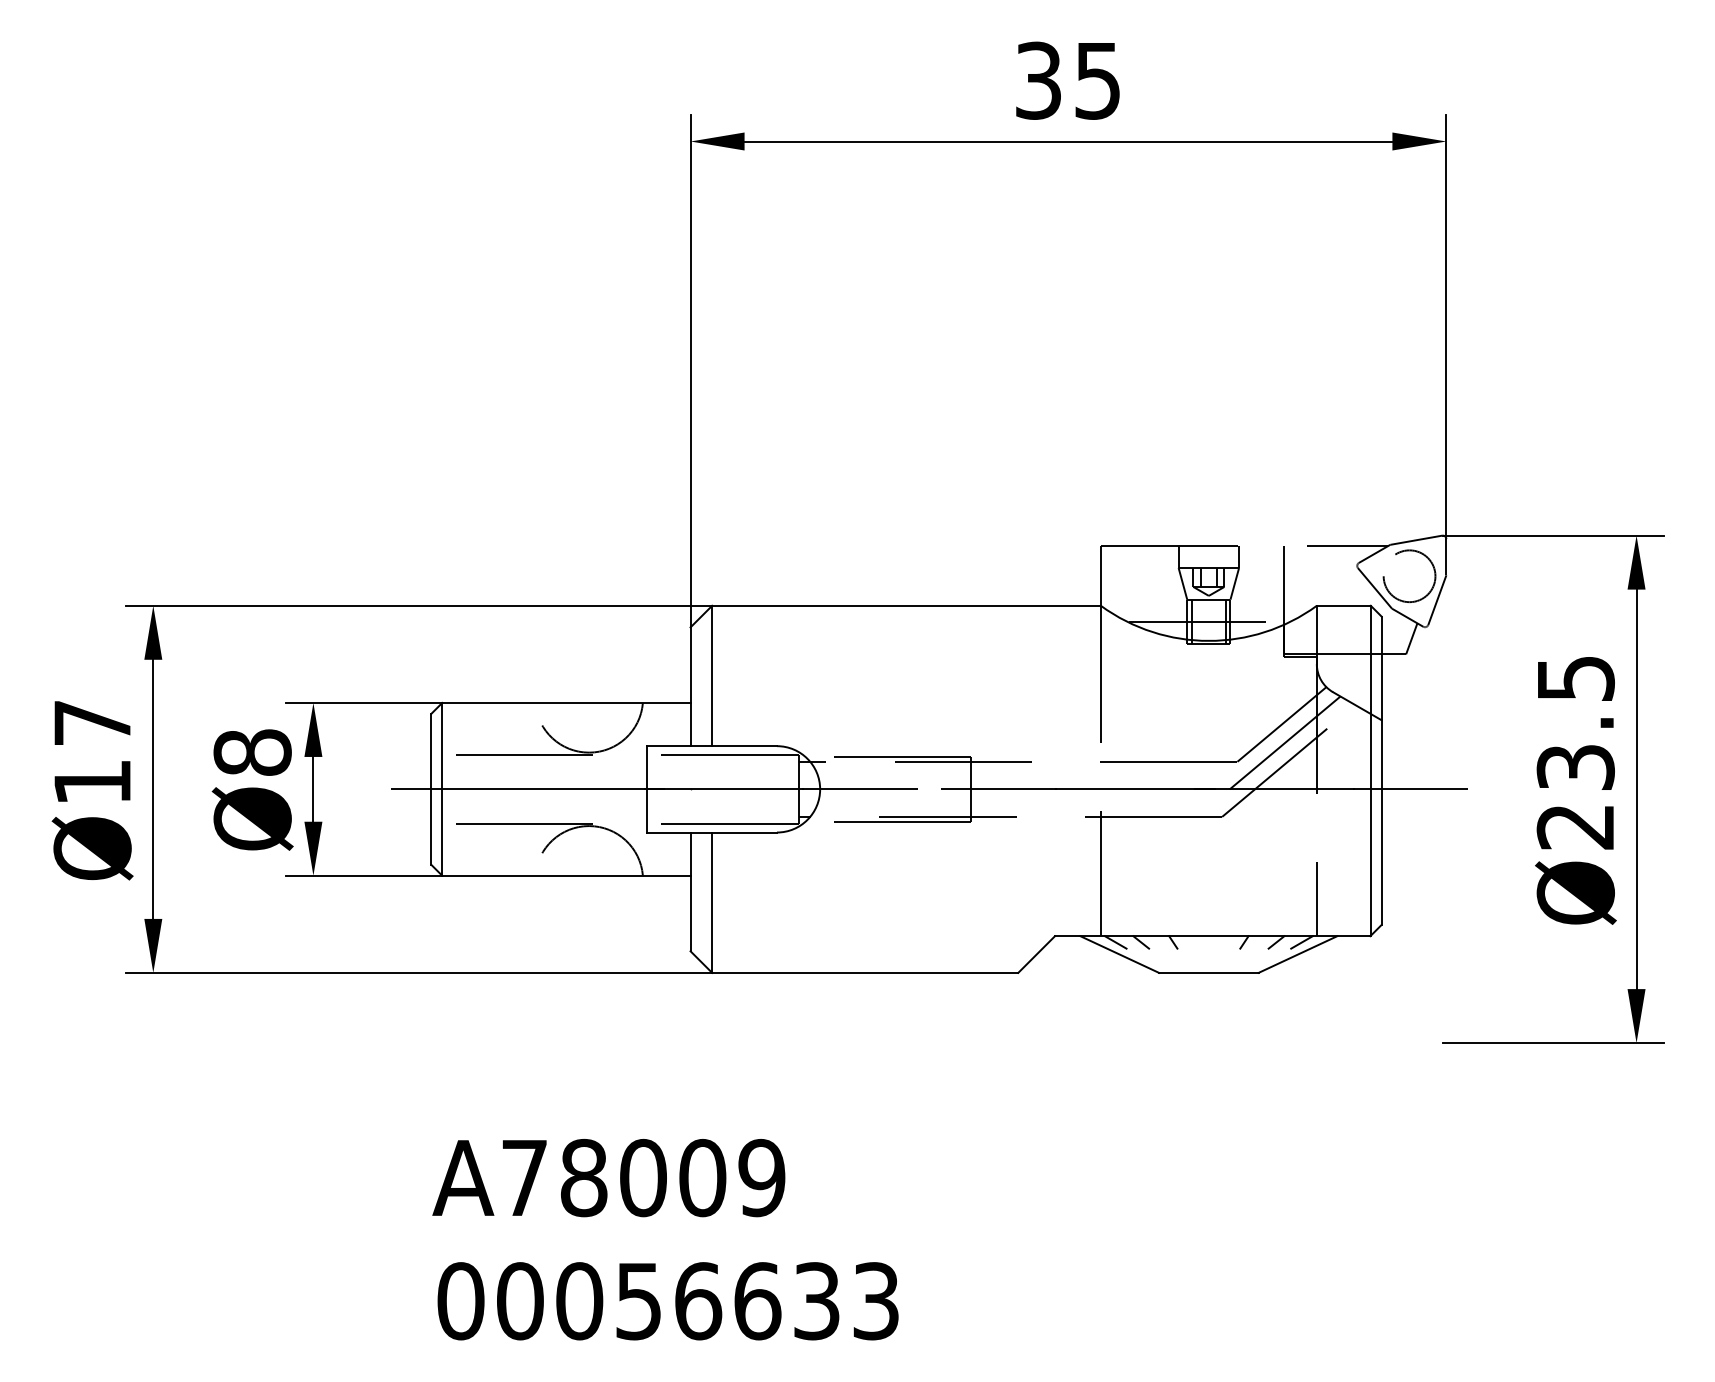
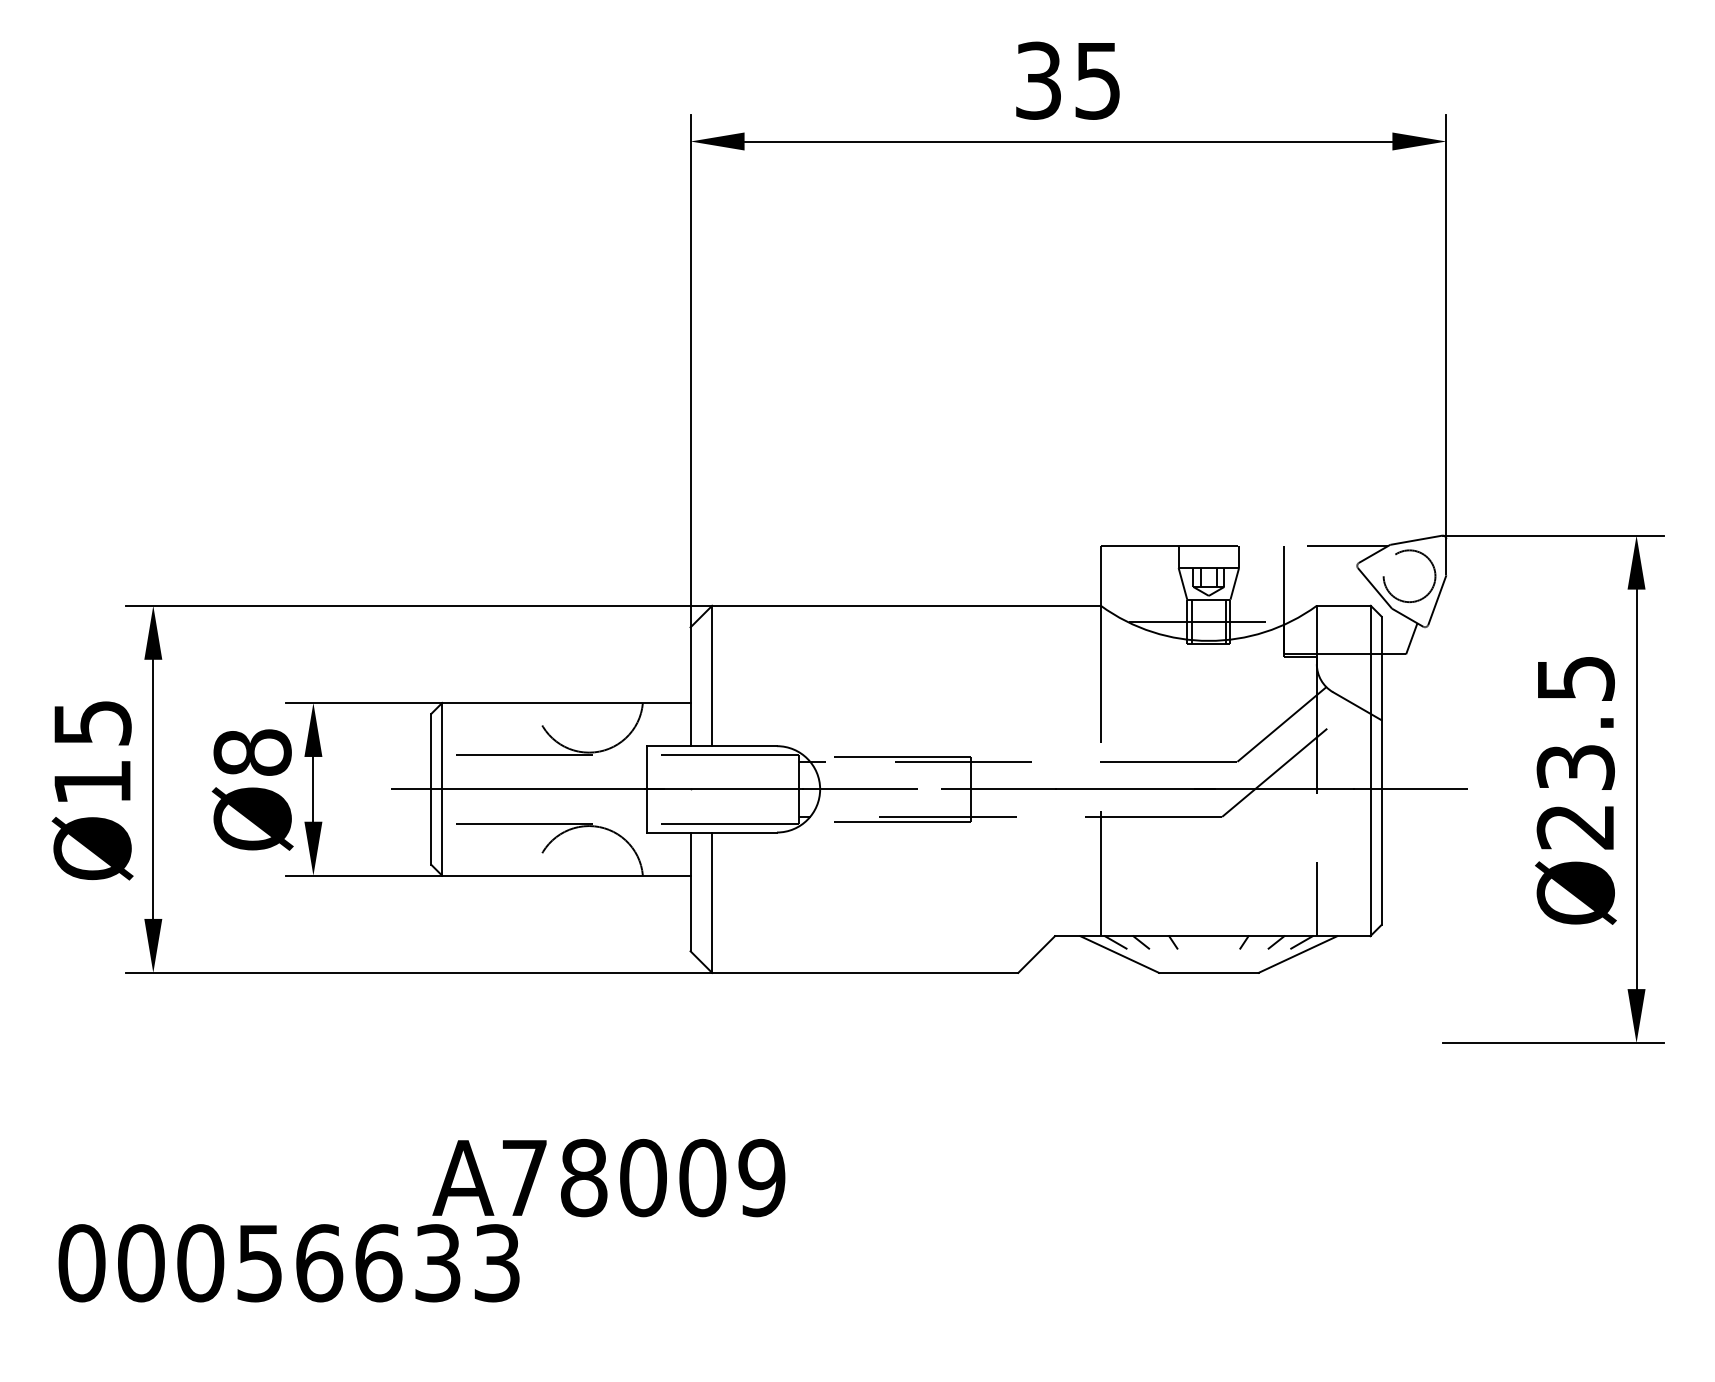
text at (92, 723): Ø17 -> Ø15
line at (1284, 742): present -> none
text at (667, 1301) position: (667, 1301) -> (288, 1263)
